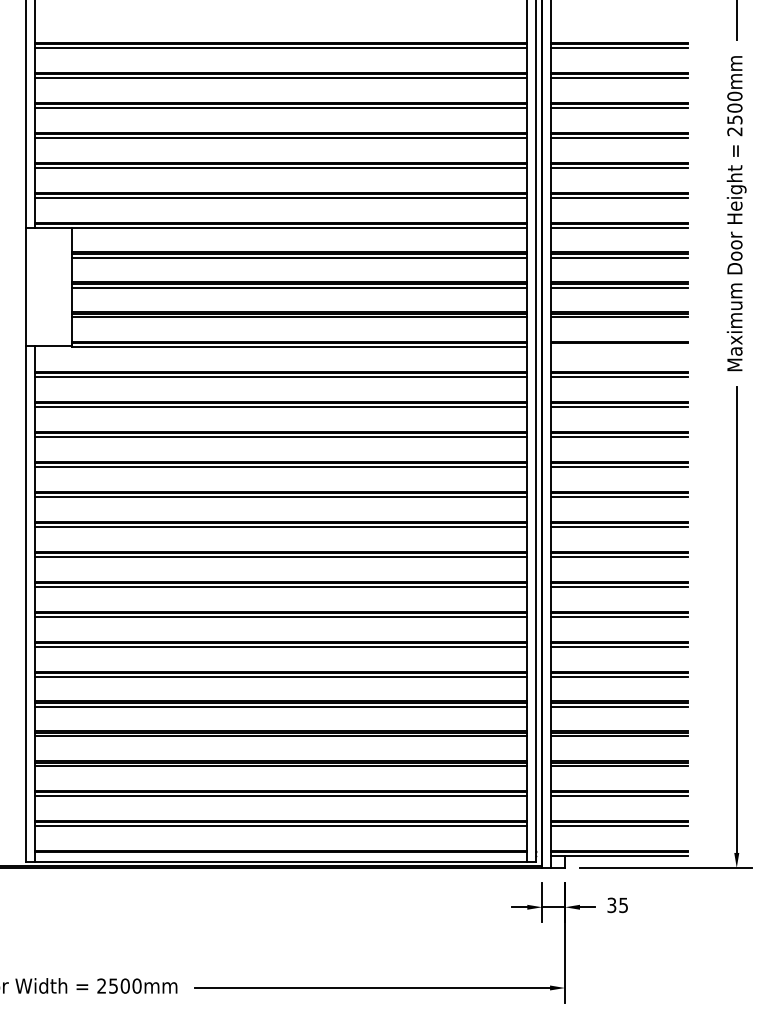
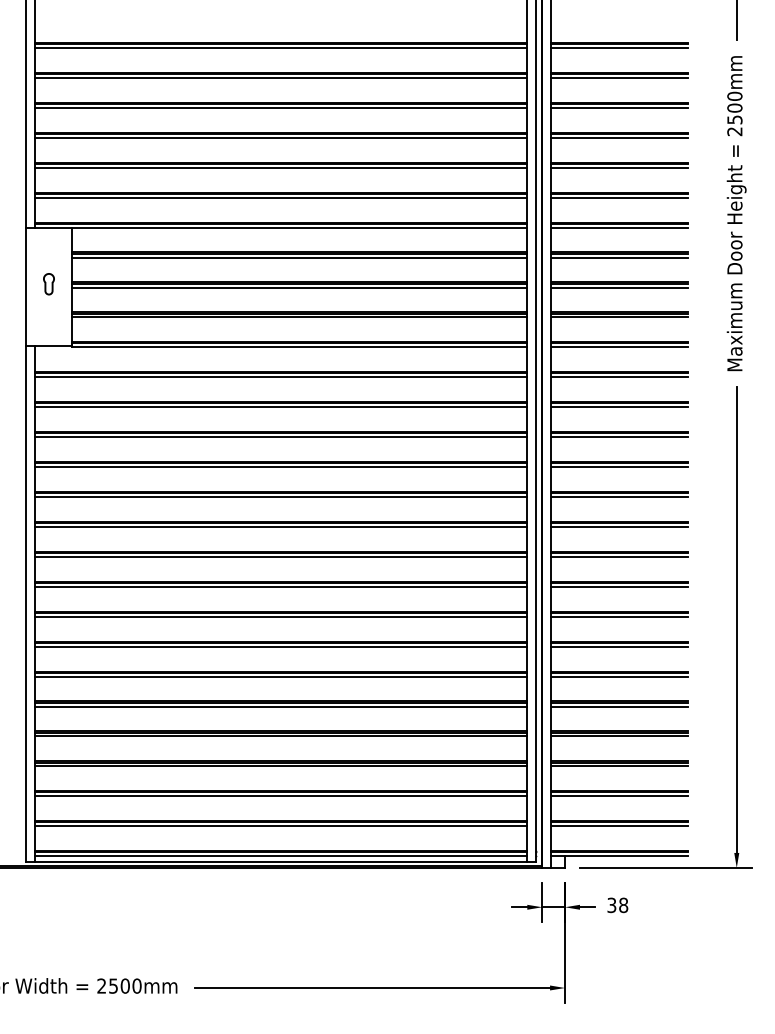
part at (48, 284): none -> present
line at (619, 347): none -> present
line at (281, 856): none -> present
text at (623, 905): 35 -> 38
